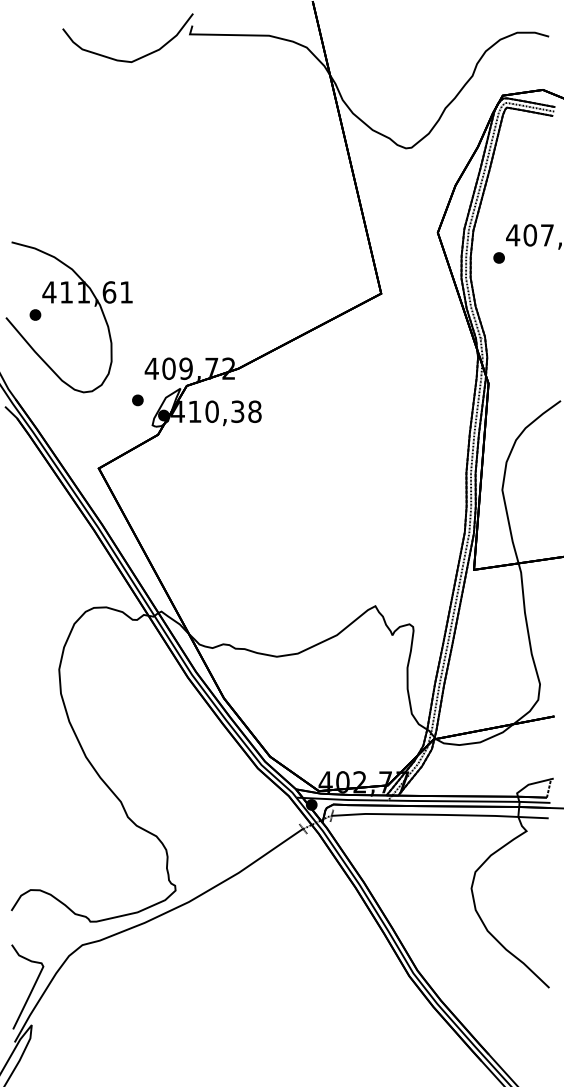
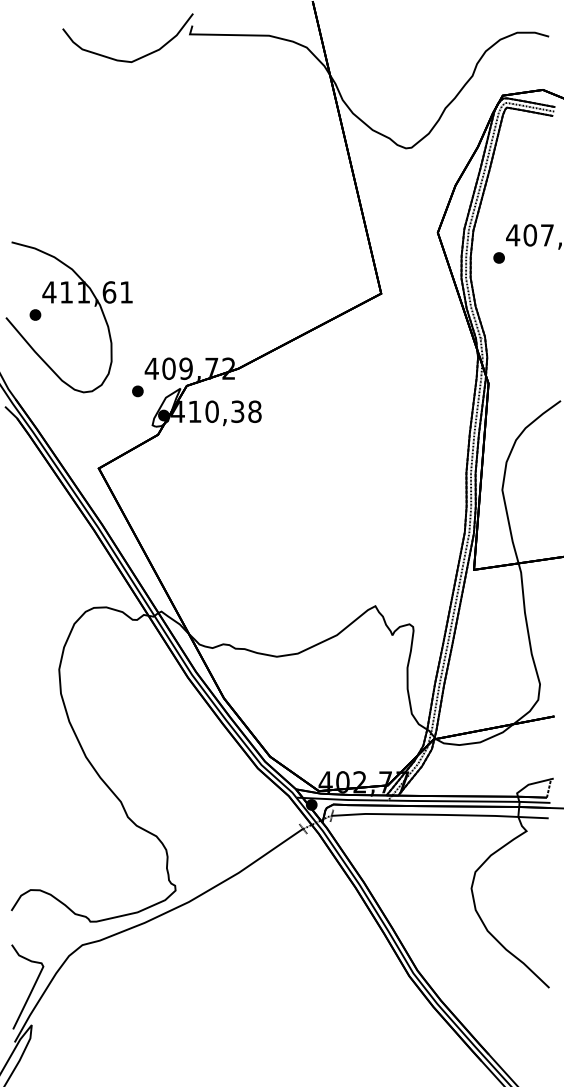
part at (137, 400) position: (137, 400) -> (137, 391)
